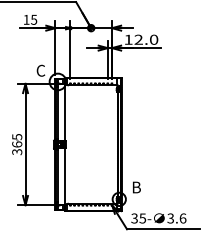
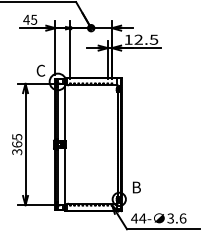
text at (26, 19): 15 -> 45
text at (153, 39): 12.0 -> 12.5
text at (138, 218): 35- -> 44-
